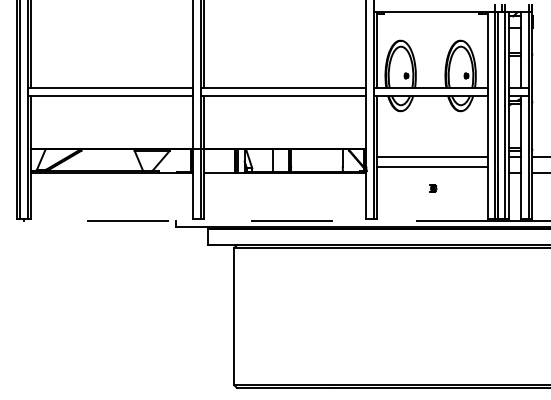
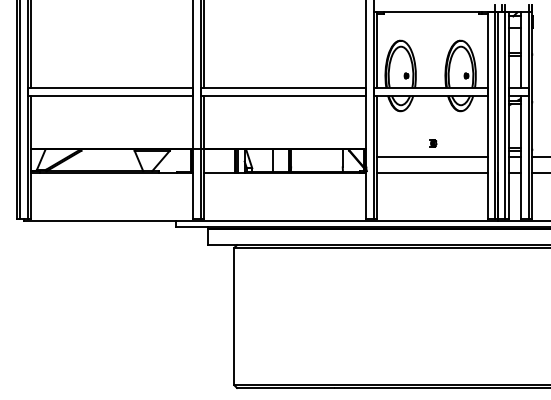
line at (431, 167) position: (431, 167) -> (431, 173)
part at (433, 188) position: (433, 188) -> (433, 143)
line at (260, 220): dashed -> solid
